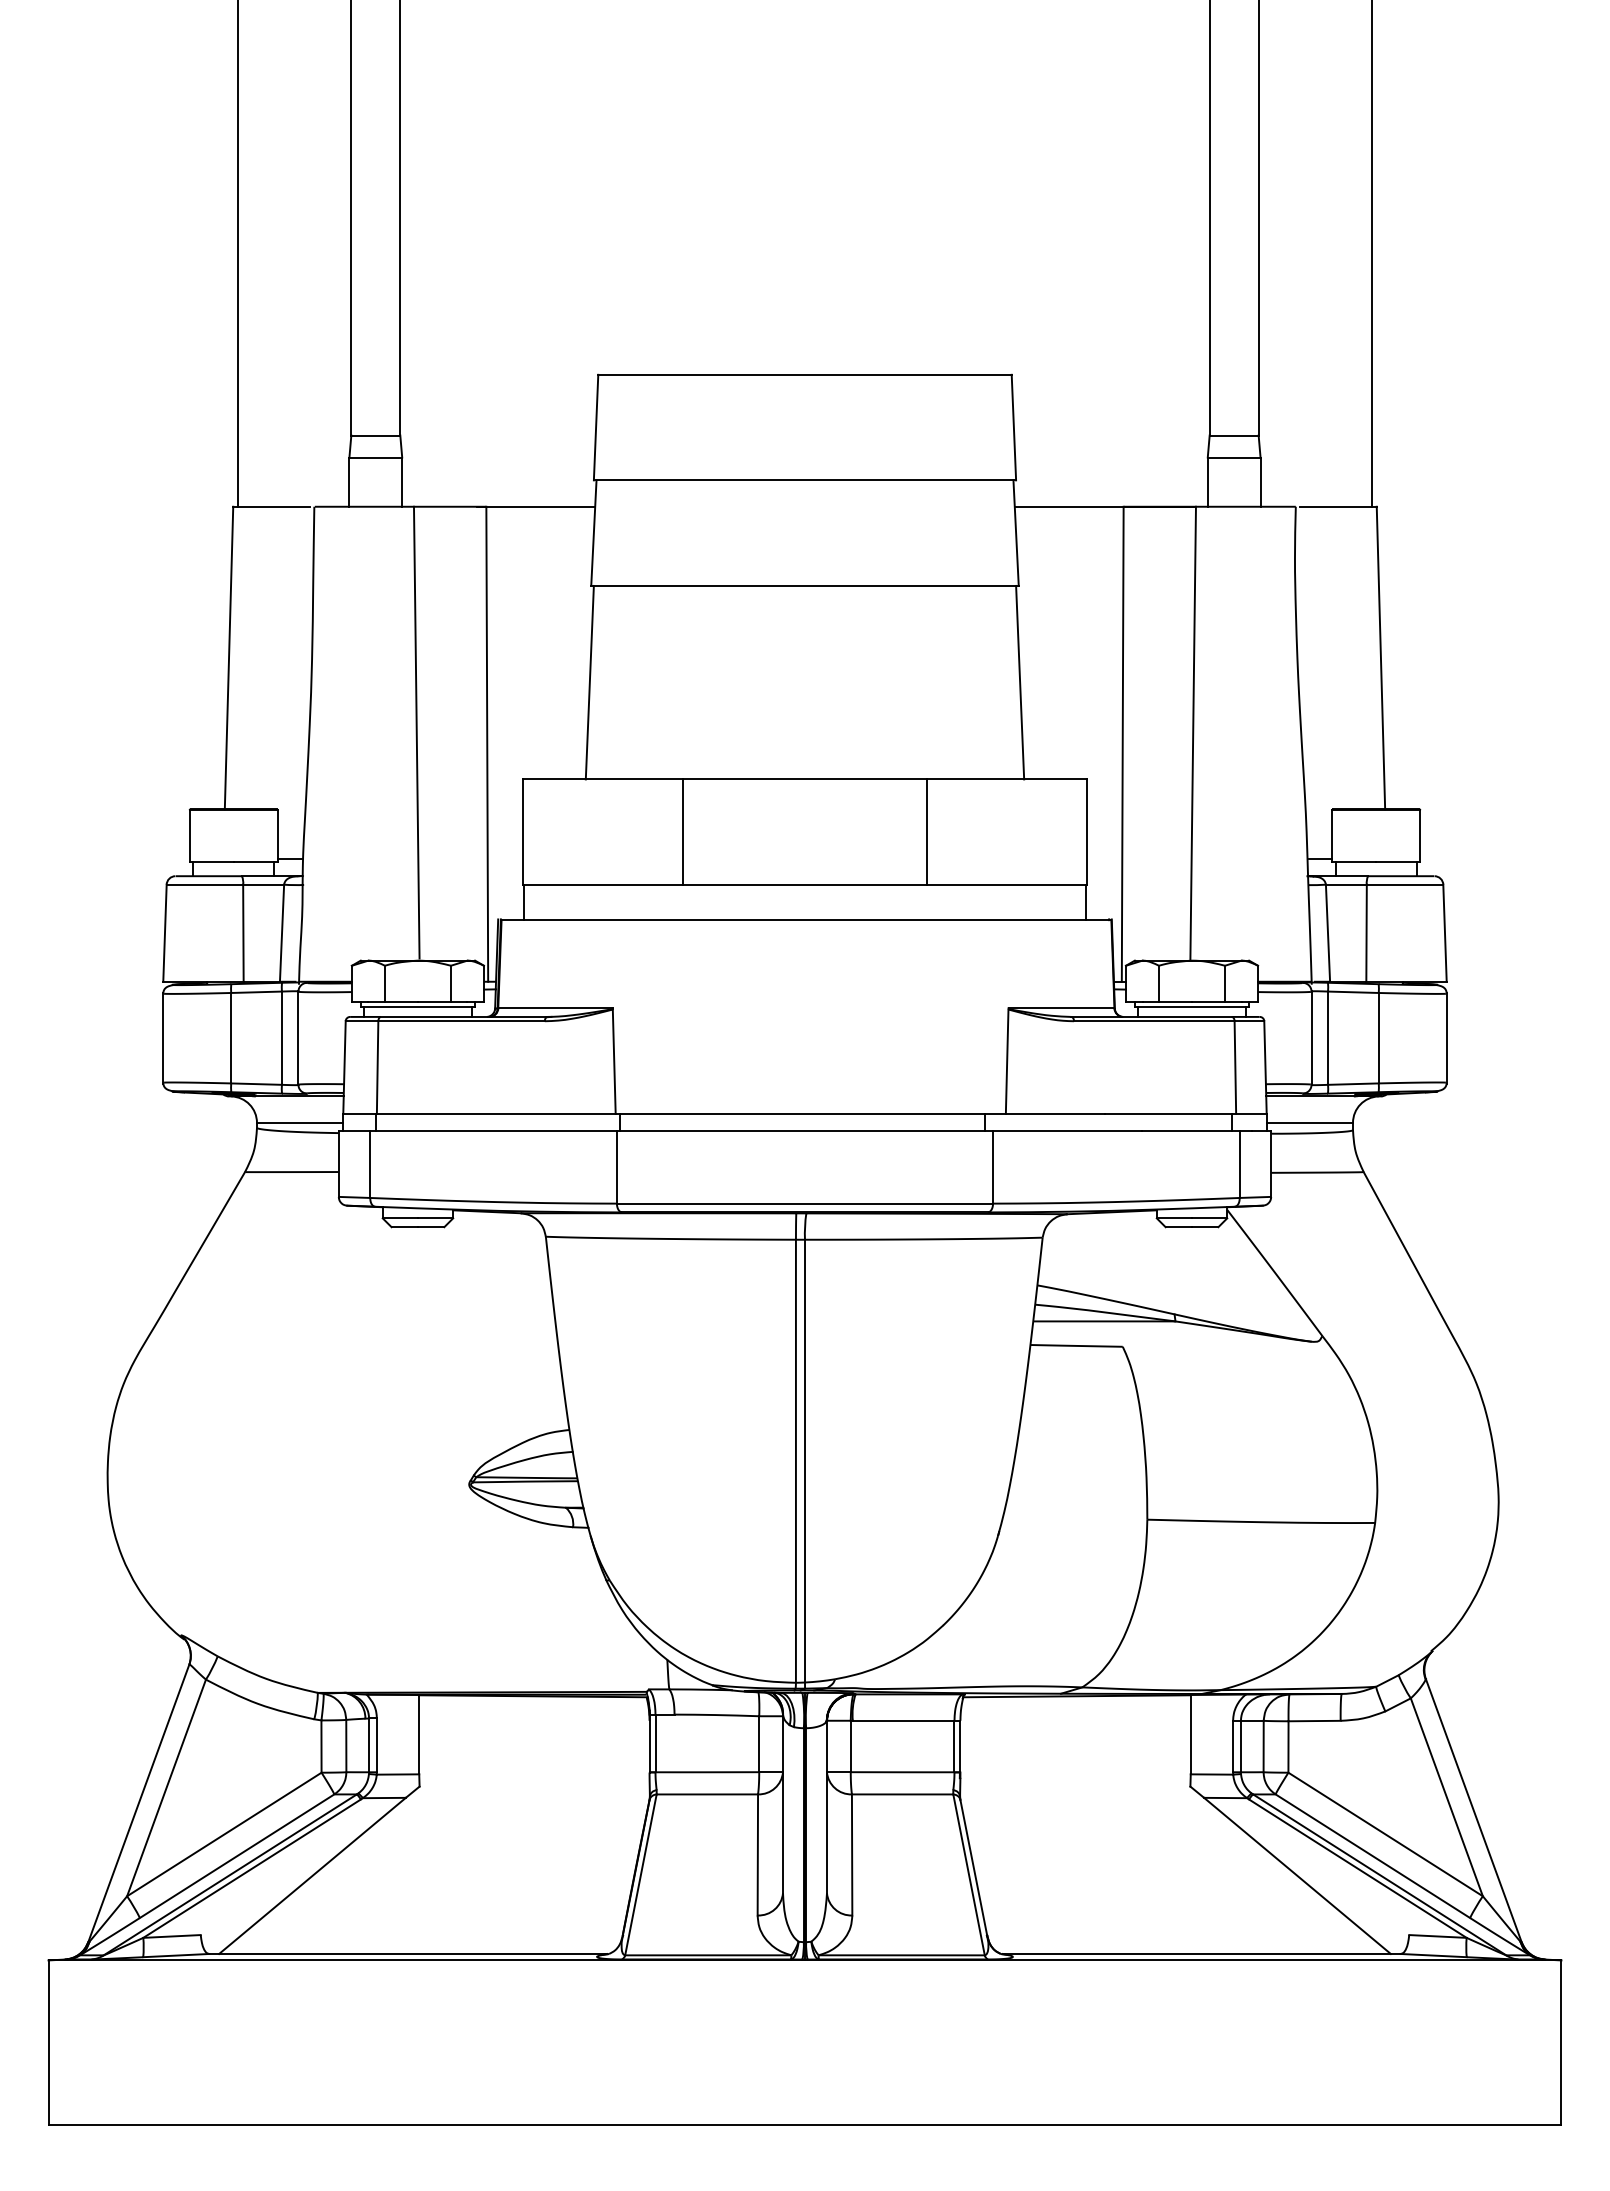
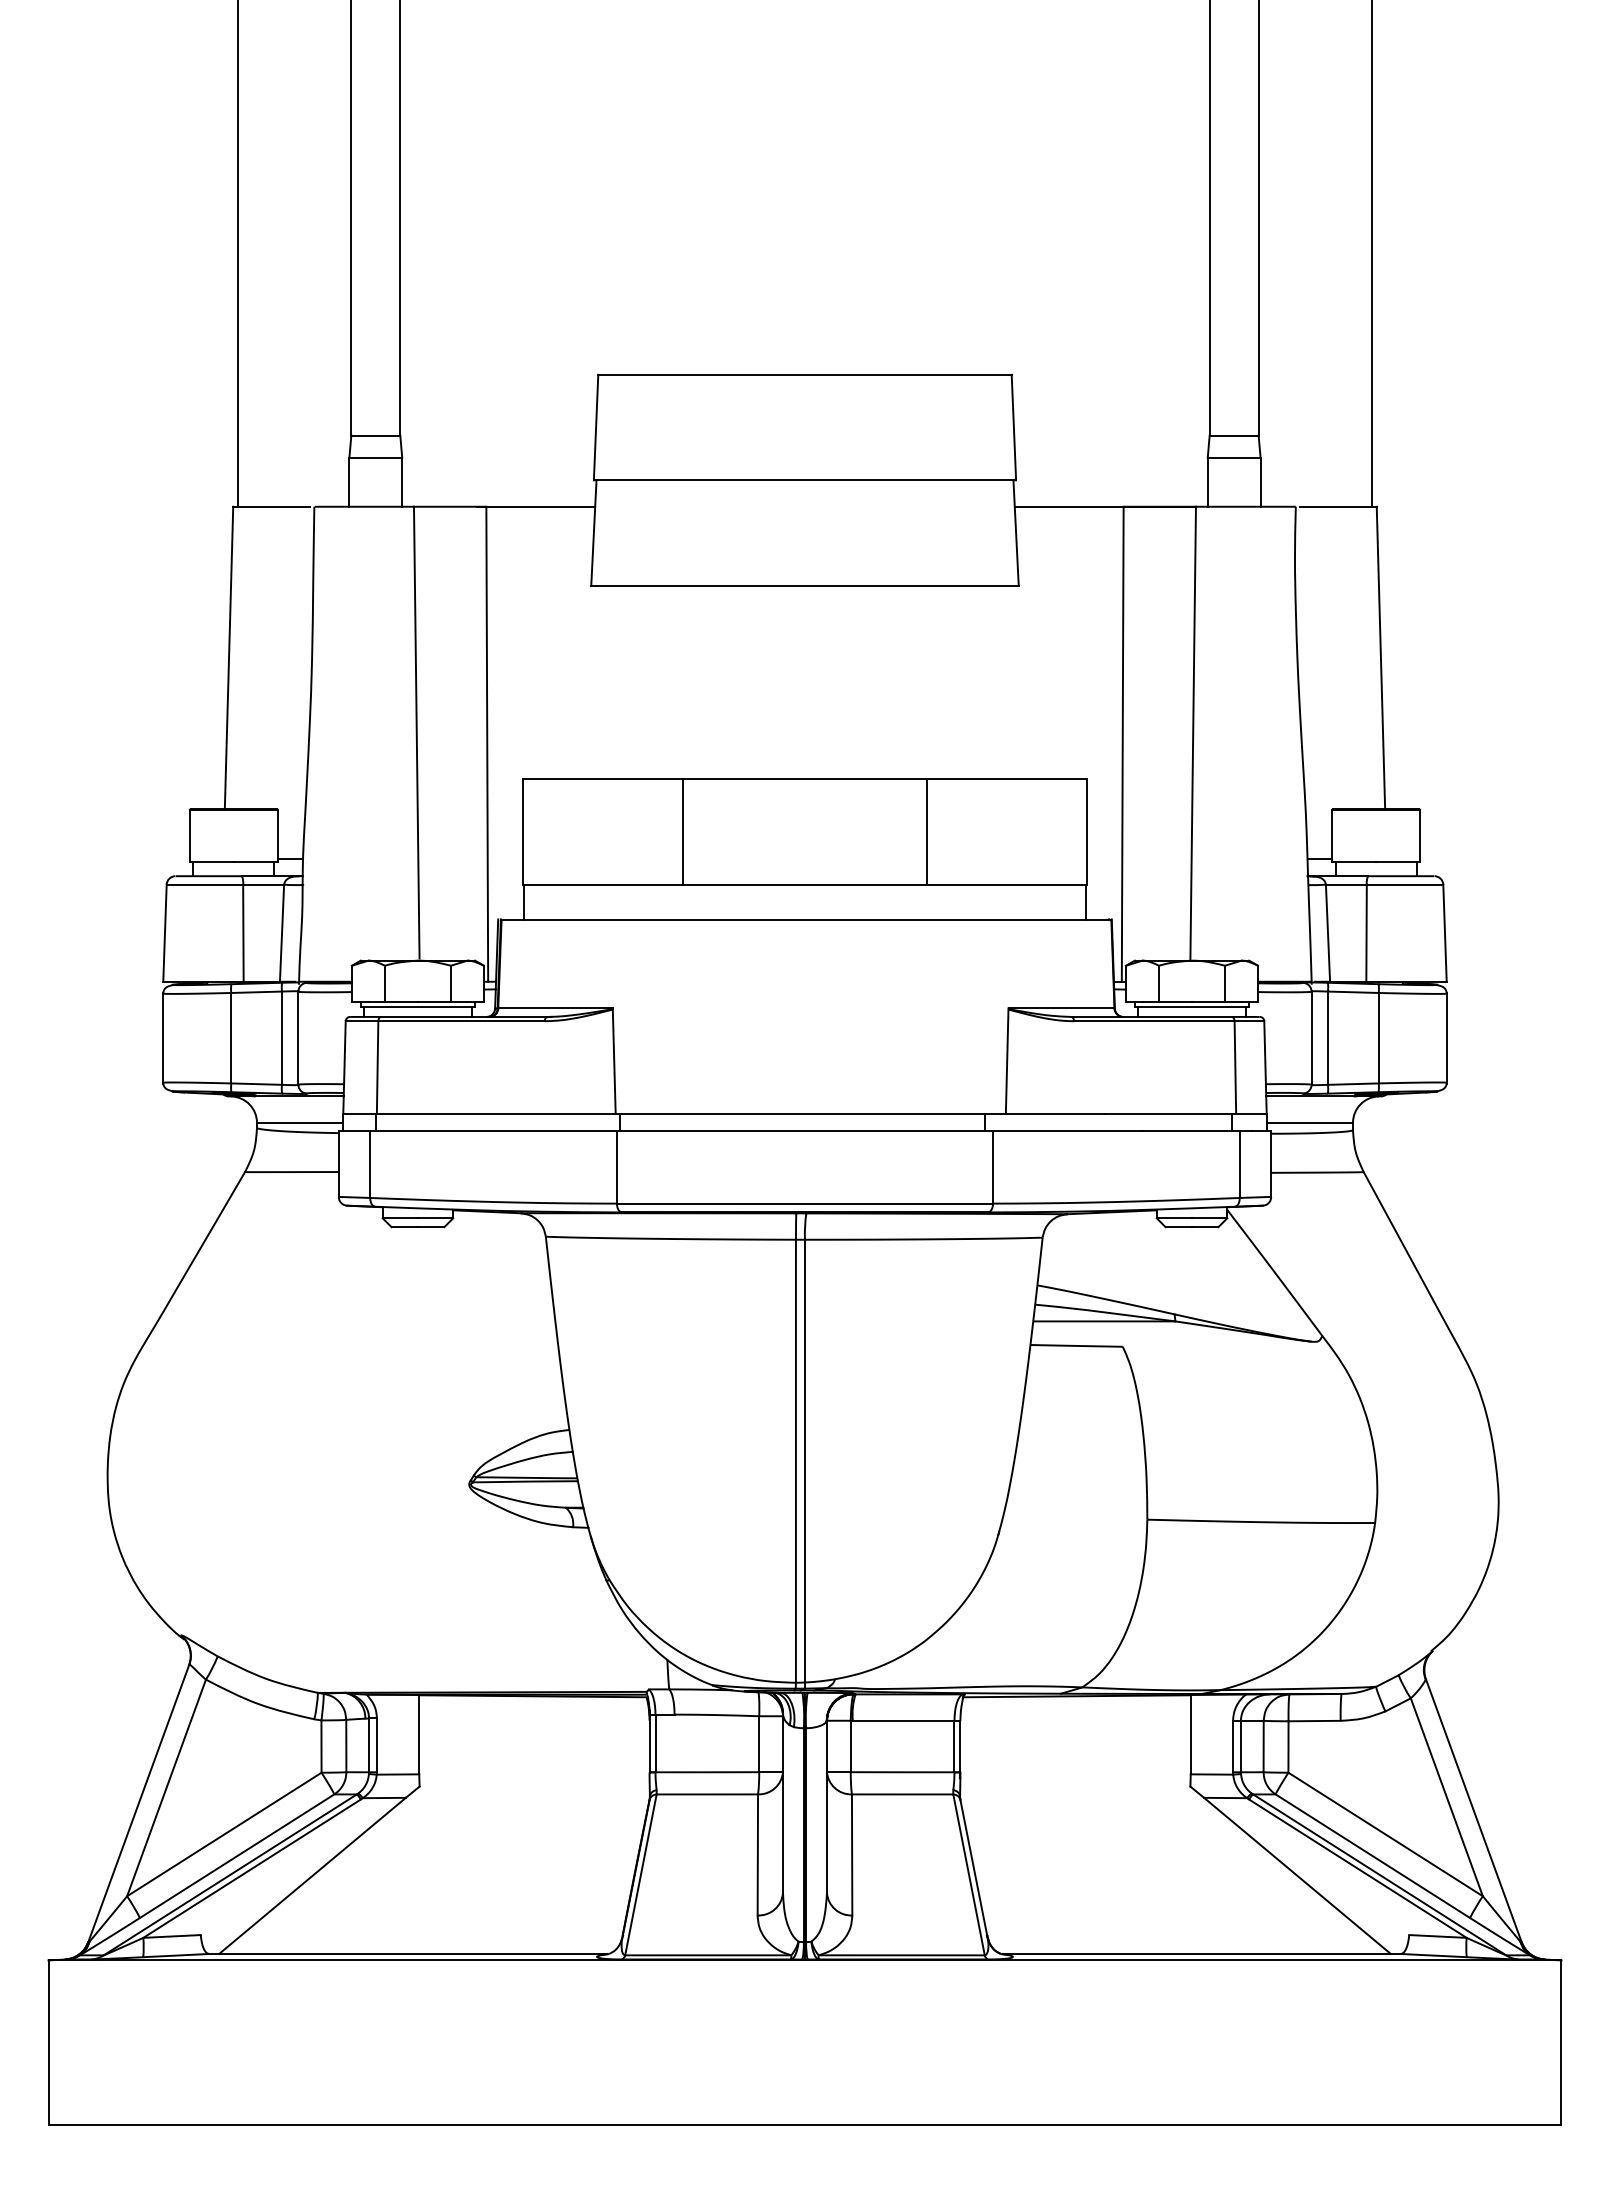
line at (589, 682): present -> none
line at (1020, 682): present -> none
